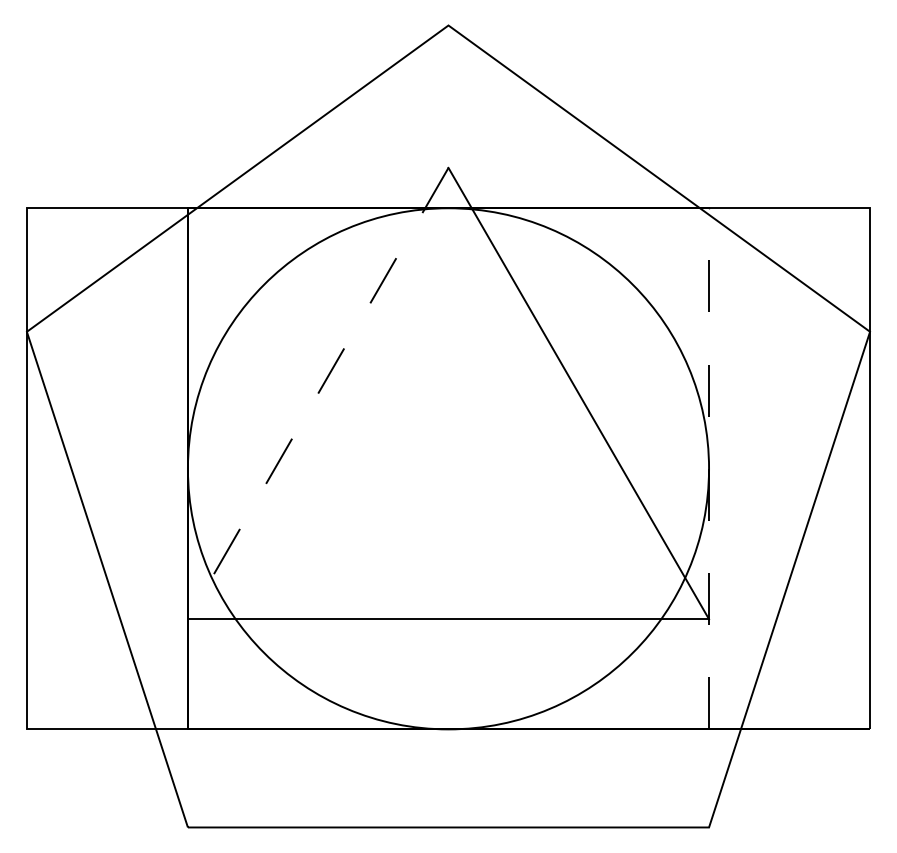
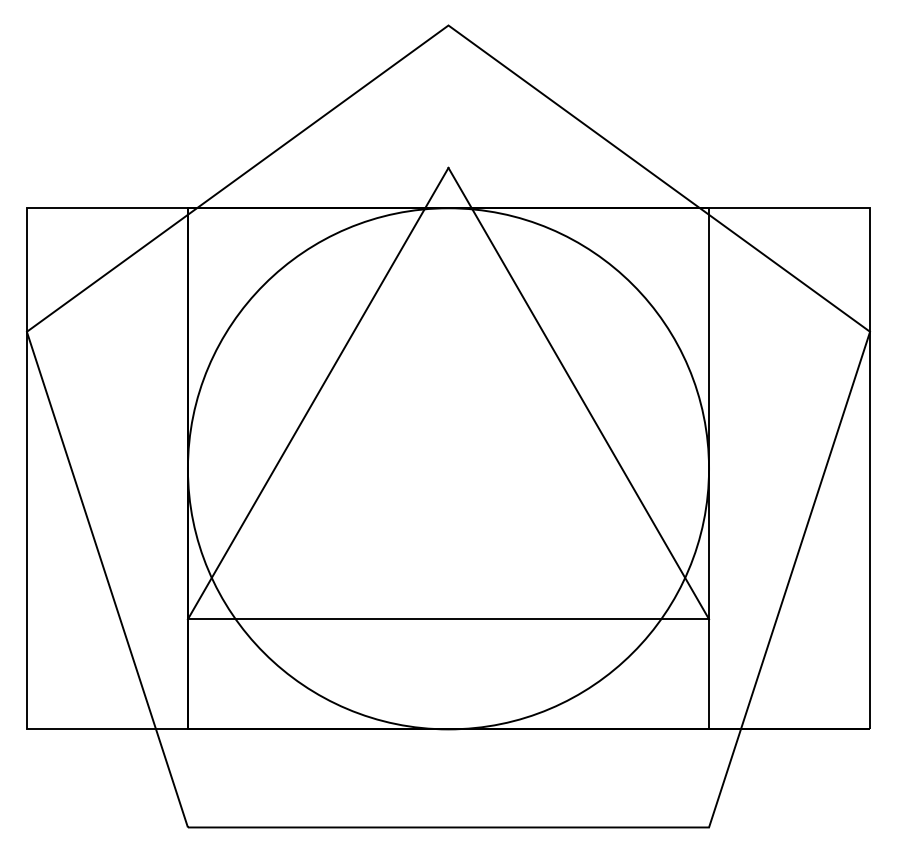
line at (318, 393): dashed -> solid
line at (709, 468): dashed -> solid
